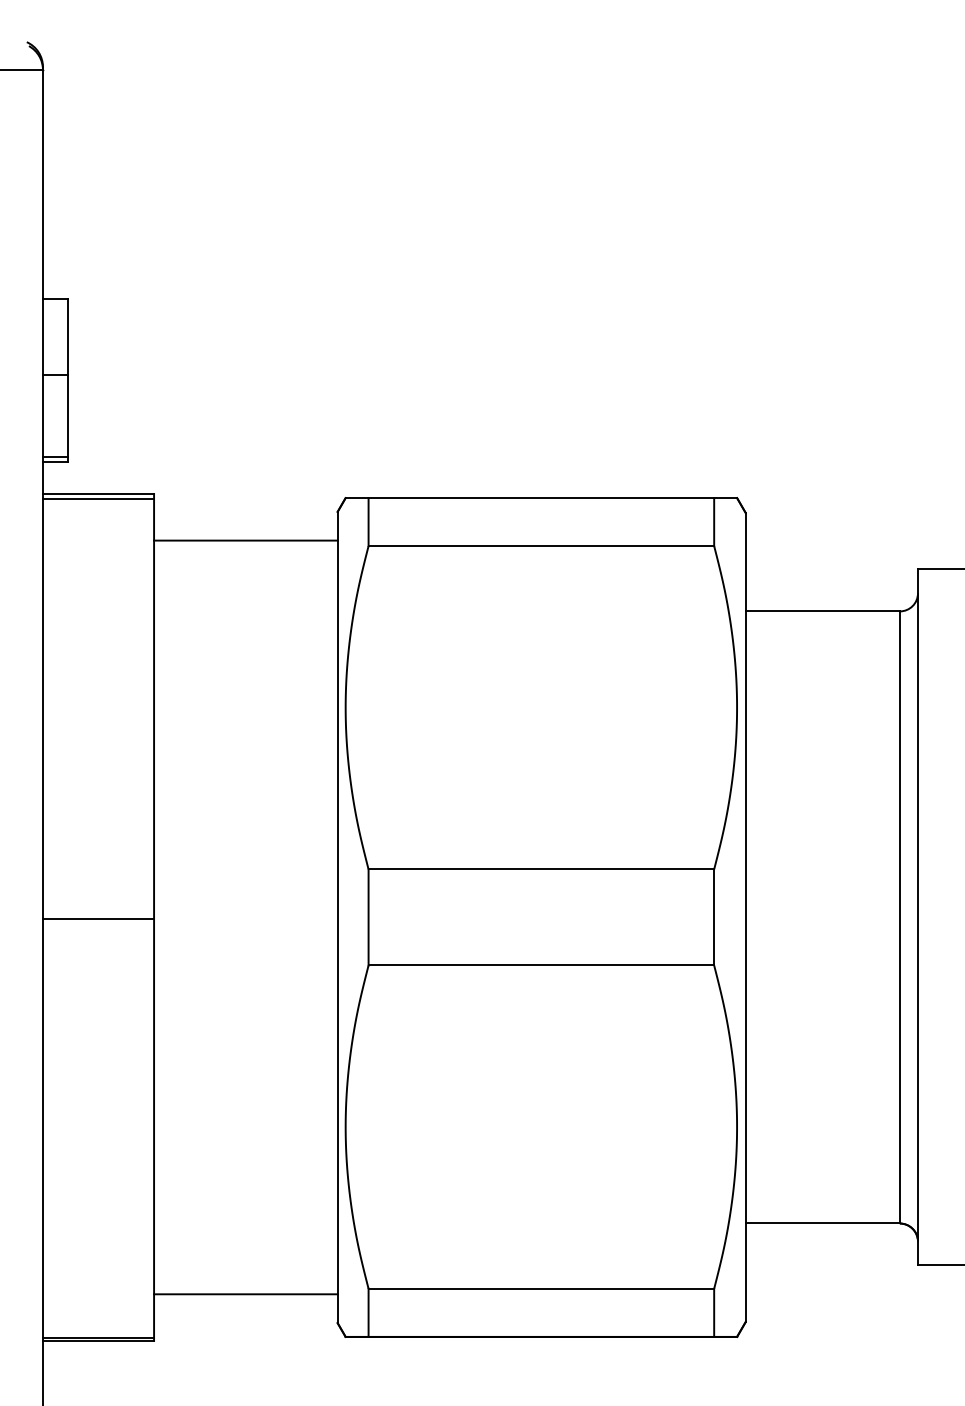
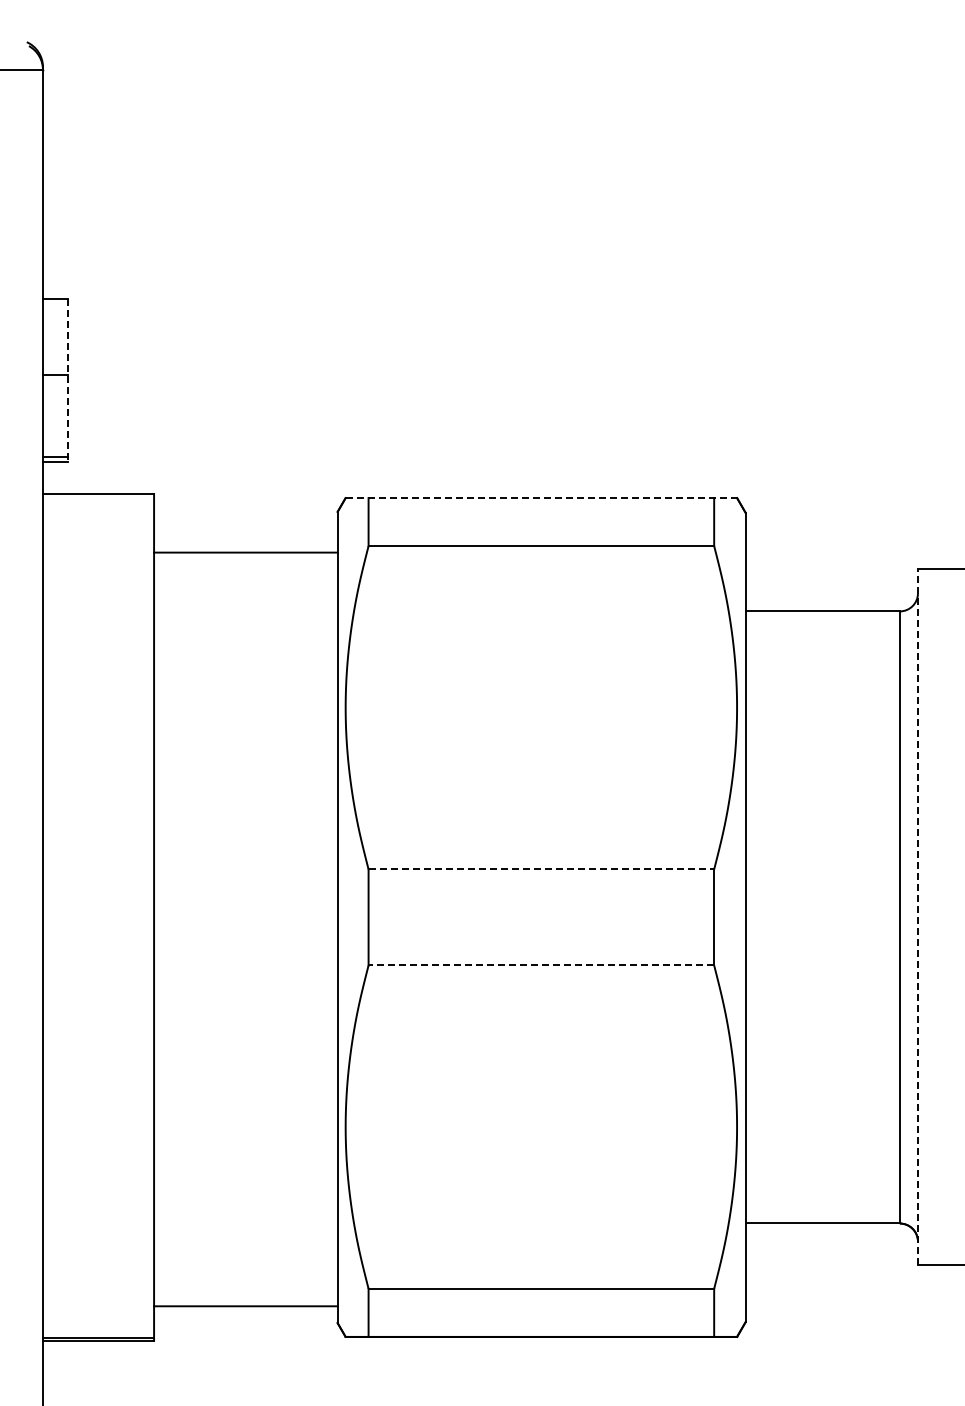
line at (67, 380): solid -> dashed
line at (541, 498): solid -> dashed
line at (98, 499): present -> none
line at (245, 540) position: (245, 540) -> (245, 552)
line at (541, 869): solid -> dashed
line at (917, 917): solid -> dashed
line at (98, 918): present -> none
line at (541, 965): solid -> dashed
line at (245, 1294) position: (245, 1294) -> (245, 1306)
